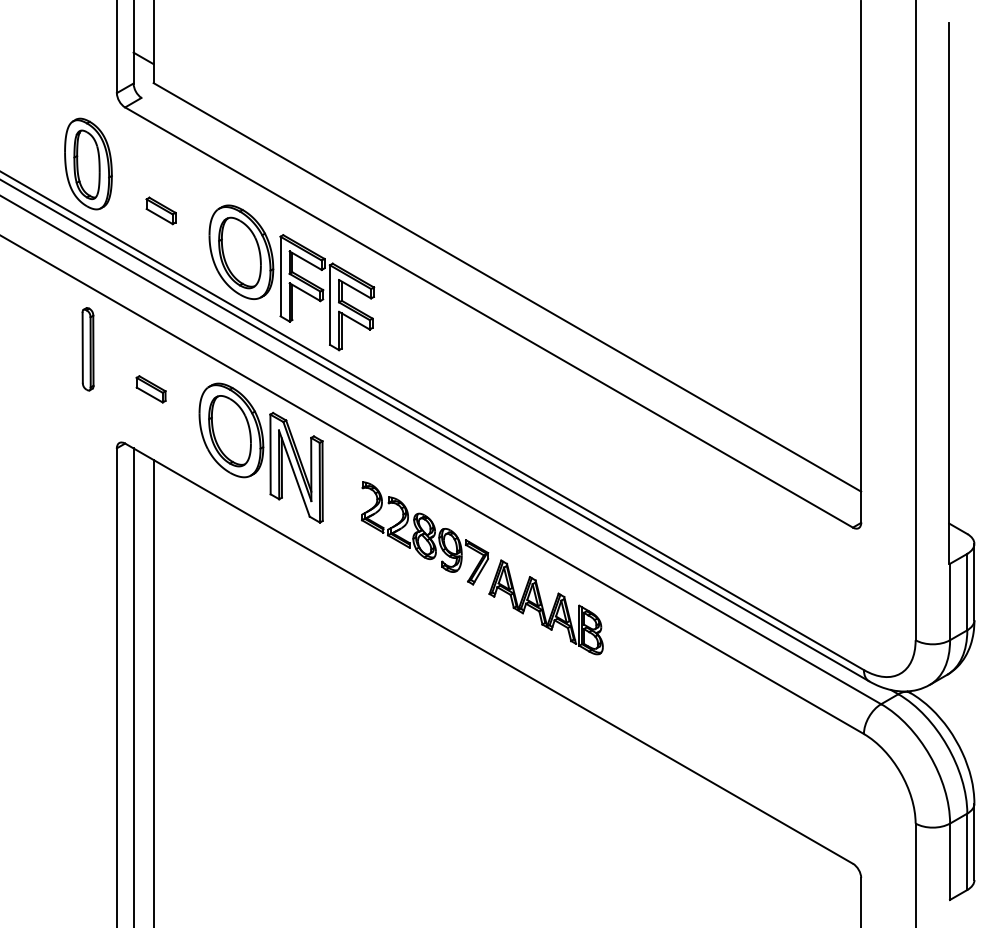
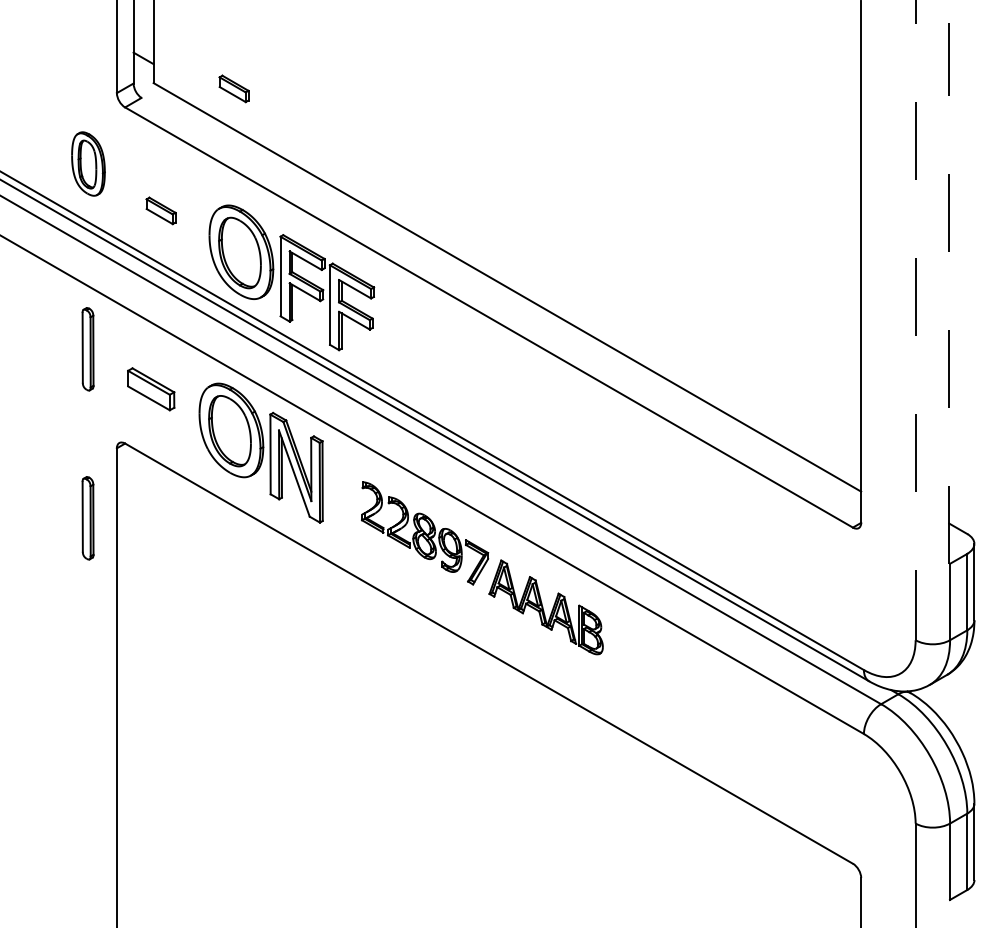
part at (233, 88): none -> present
part at (88, 163) size: 49x94 px -> 35x66 px
line at (949, 293): solid -> dashed
line at (915, 320): solid -> dashed
part at (150, 389) size: 32x29 px -> 49x45 px
part at (87, 518): none -> present
line at (133, 686): present -> none
line at (153, 692): present -> none
